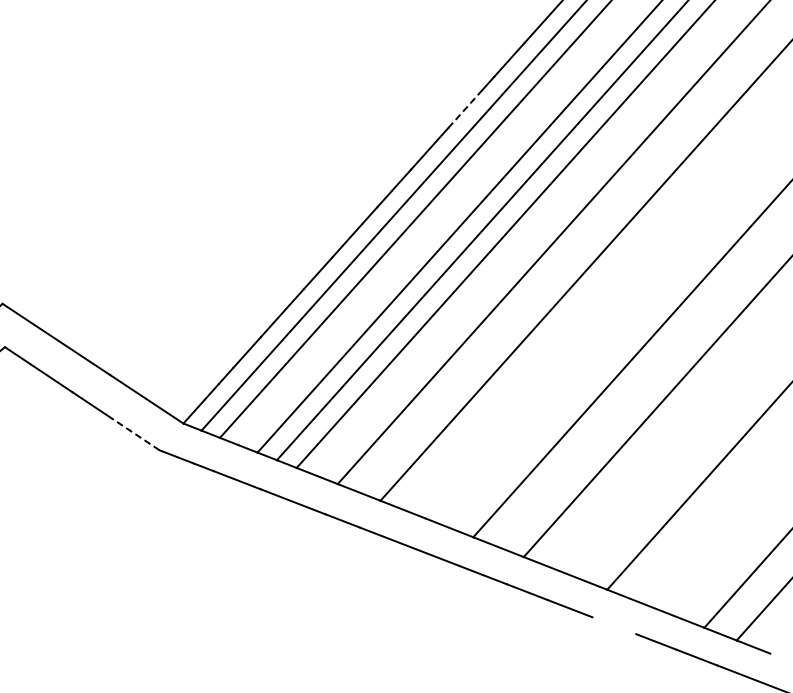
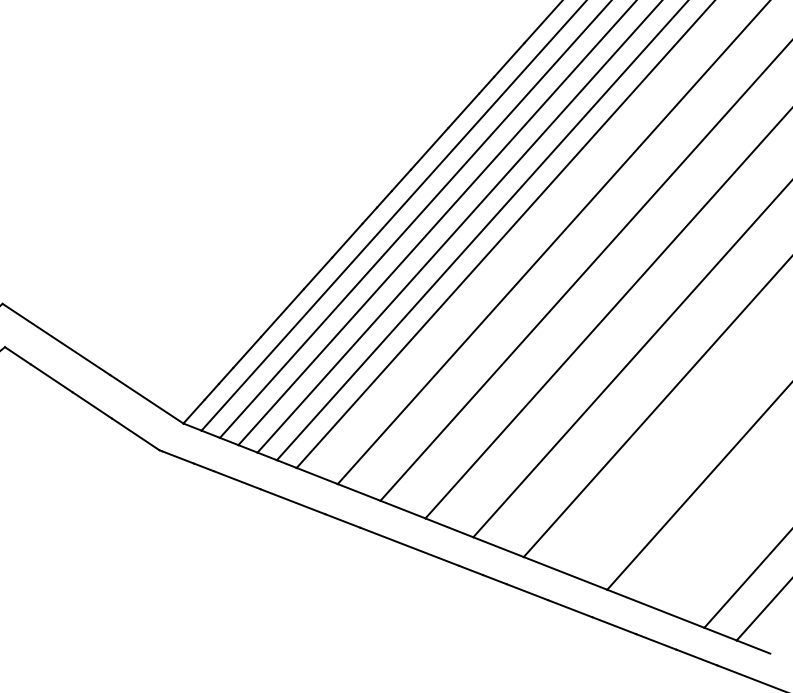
line at (464, 110): dashed -> solid
line at (436, 223): none -> present
line at (607, 314): none -> present
line at (135, 434): dashed -> solid
line at (614, 625): none -> present
